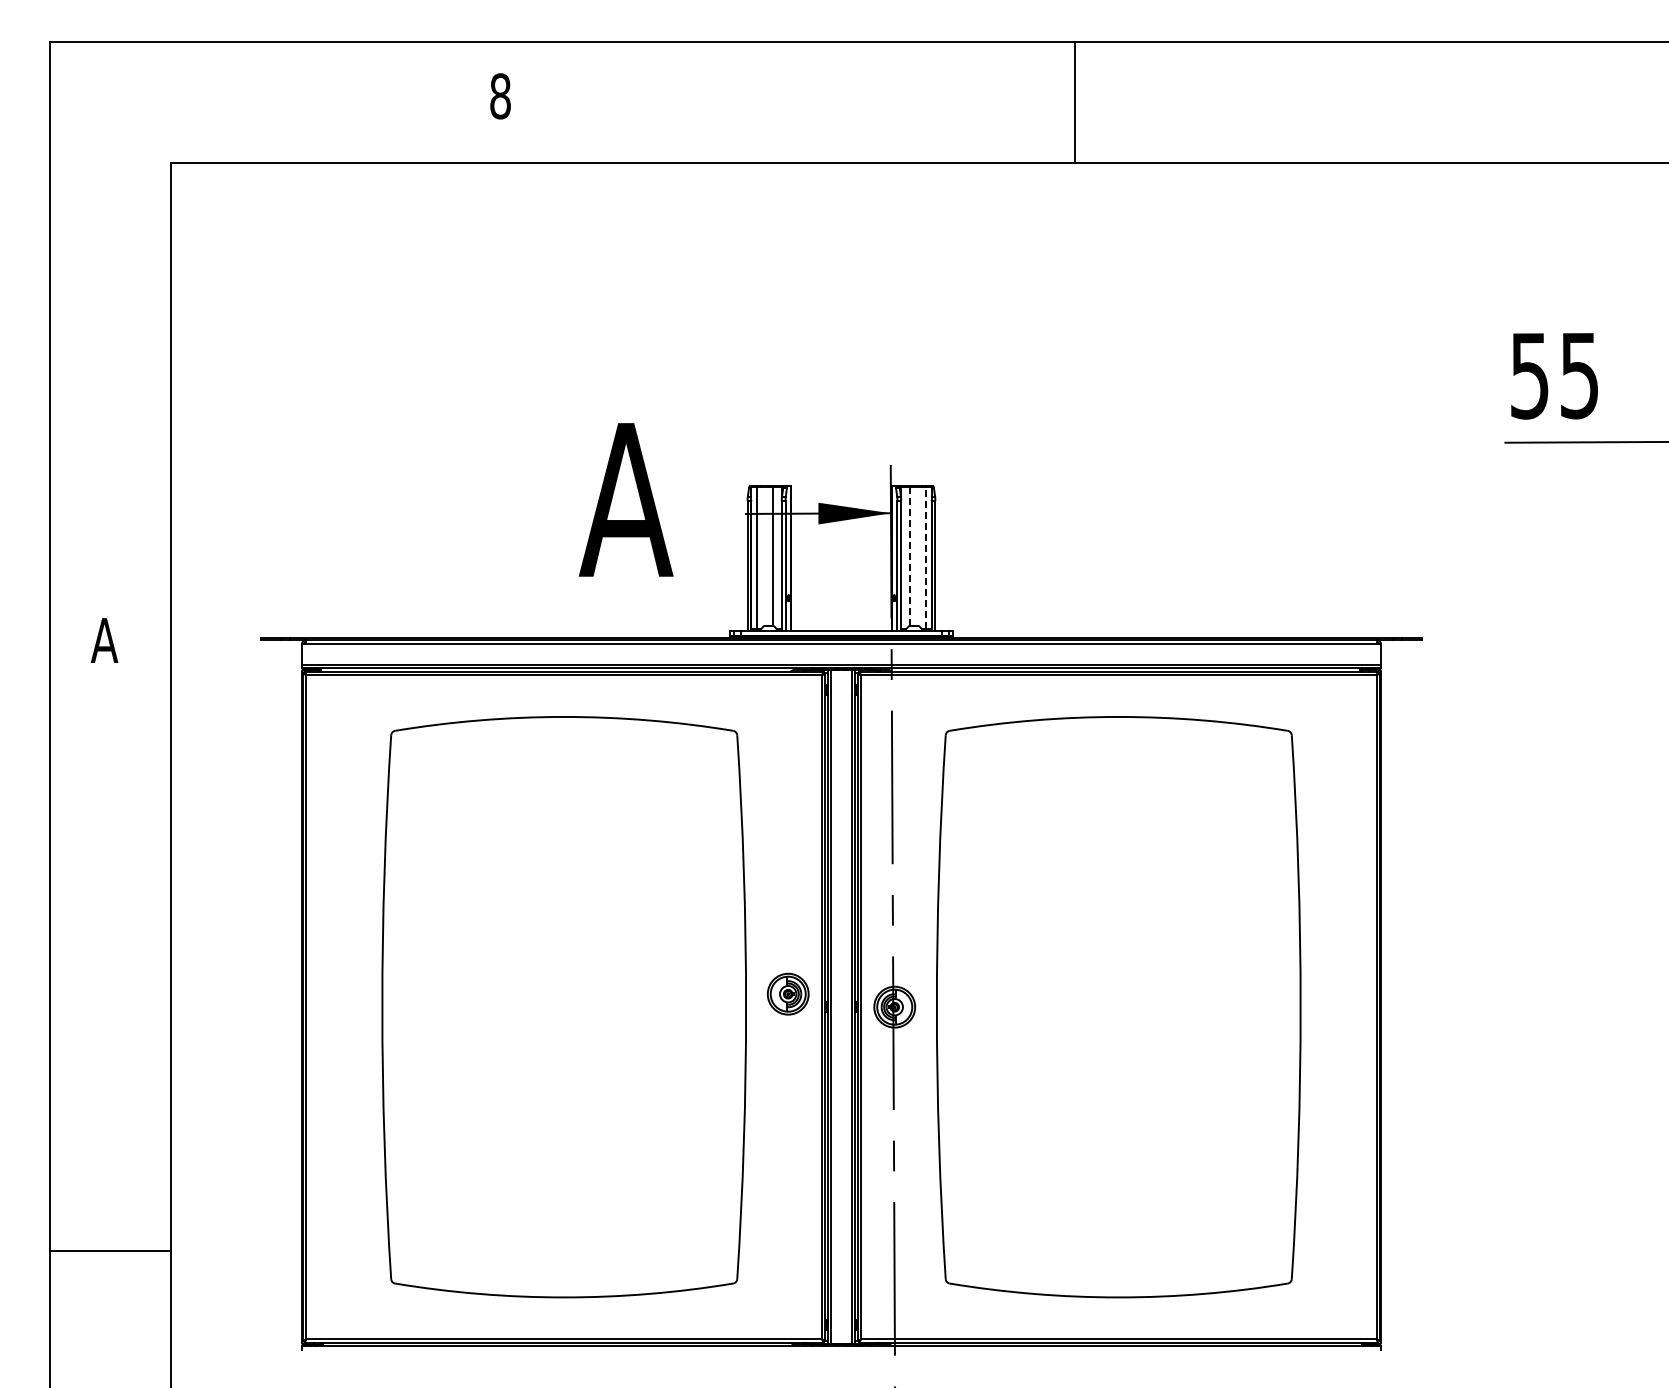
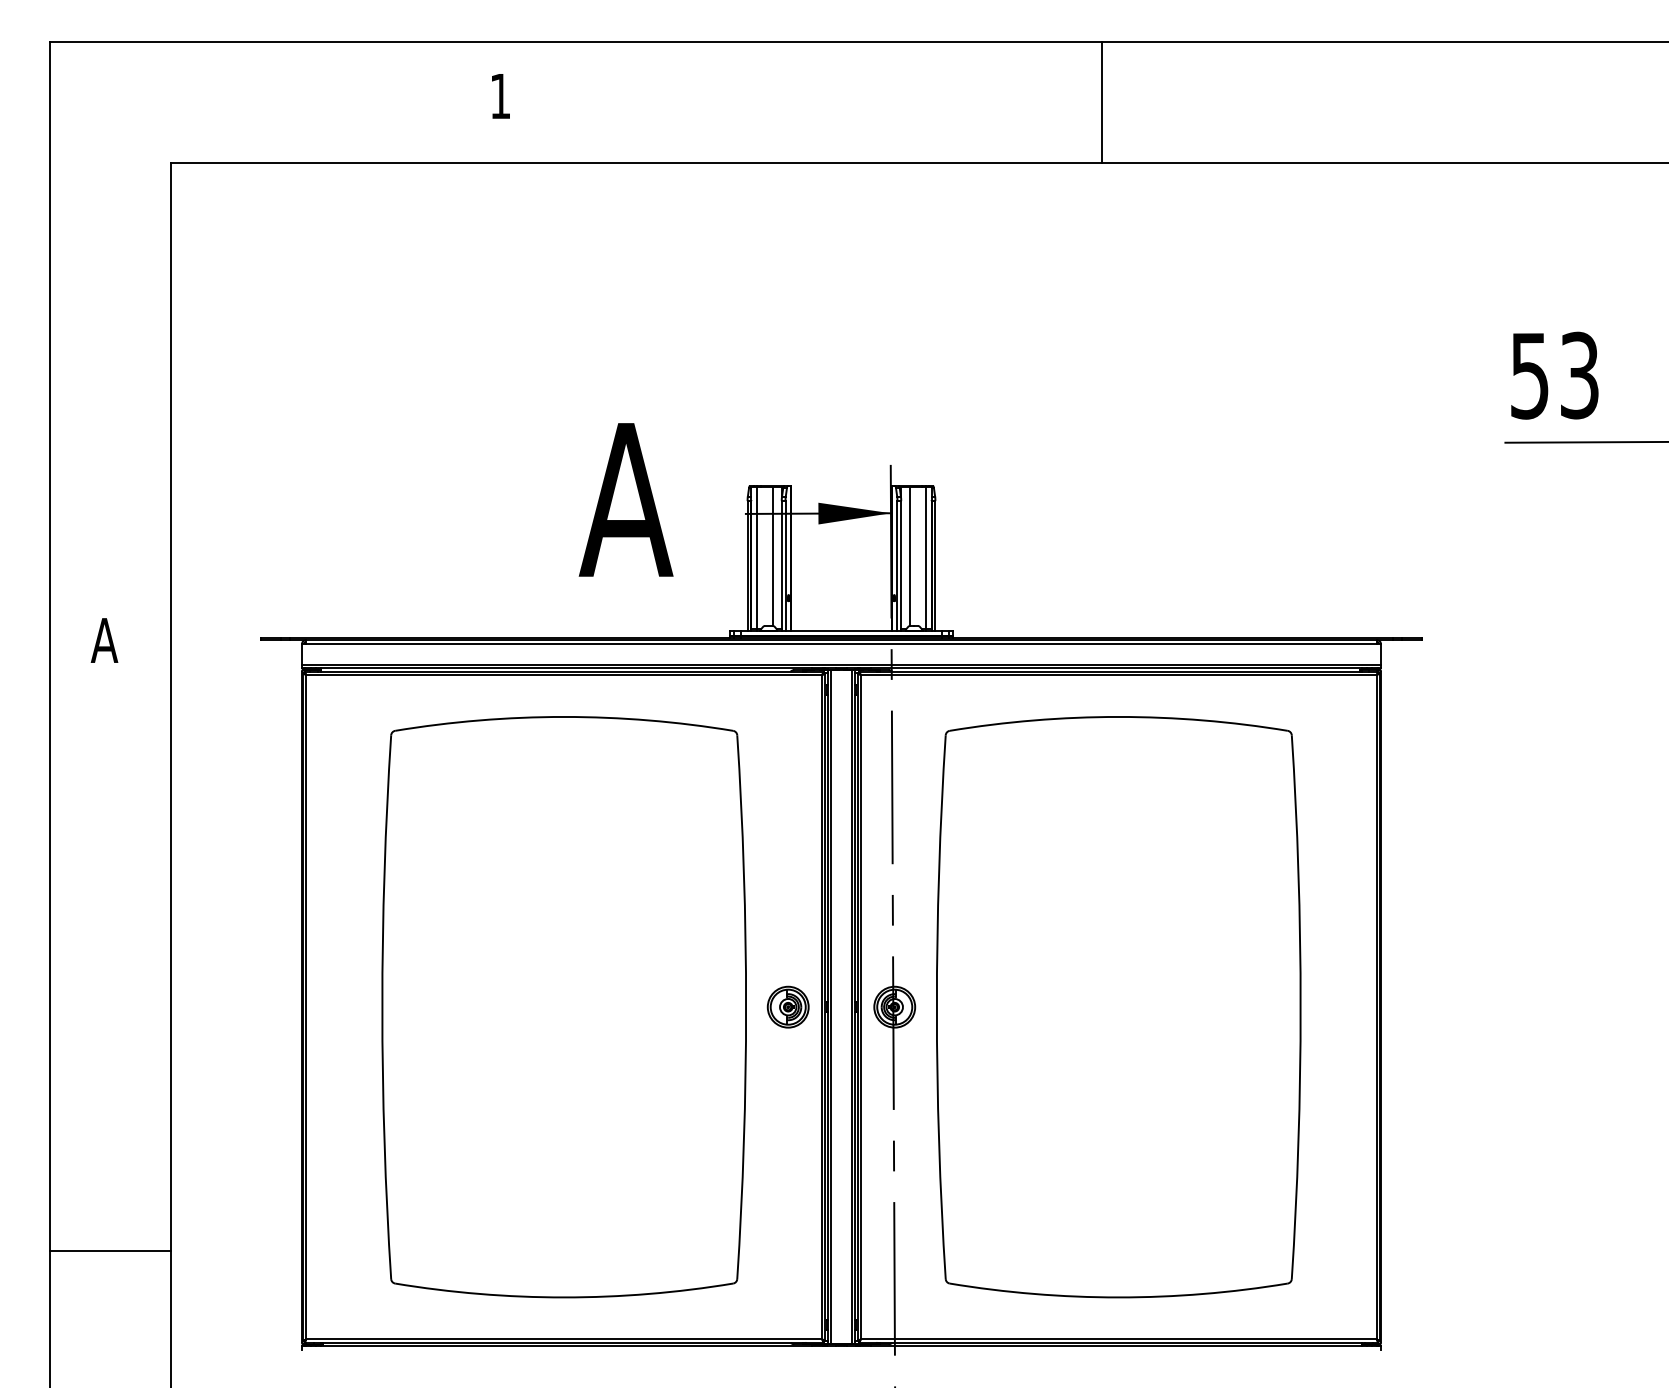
text at (500, 96): 8 -> 1
line at (1075, 101) position: (1075, 101) -> (1102, 101)
text at (1579, 375): 55 -> 53
line at (910, 556): dashed -> solid
line at (925, 557): dashed -> solid
part at (787, 993) position: (787, 993) -> (787, 1006)
